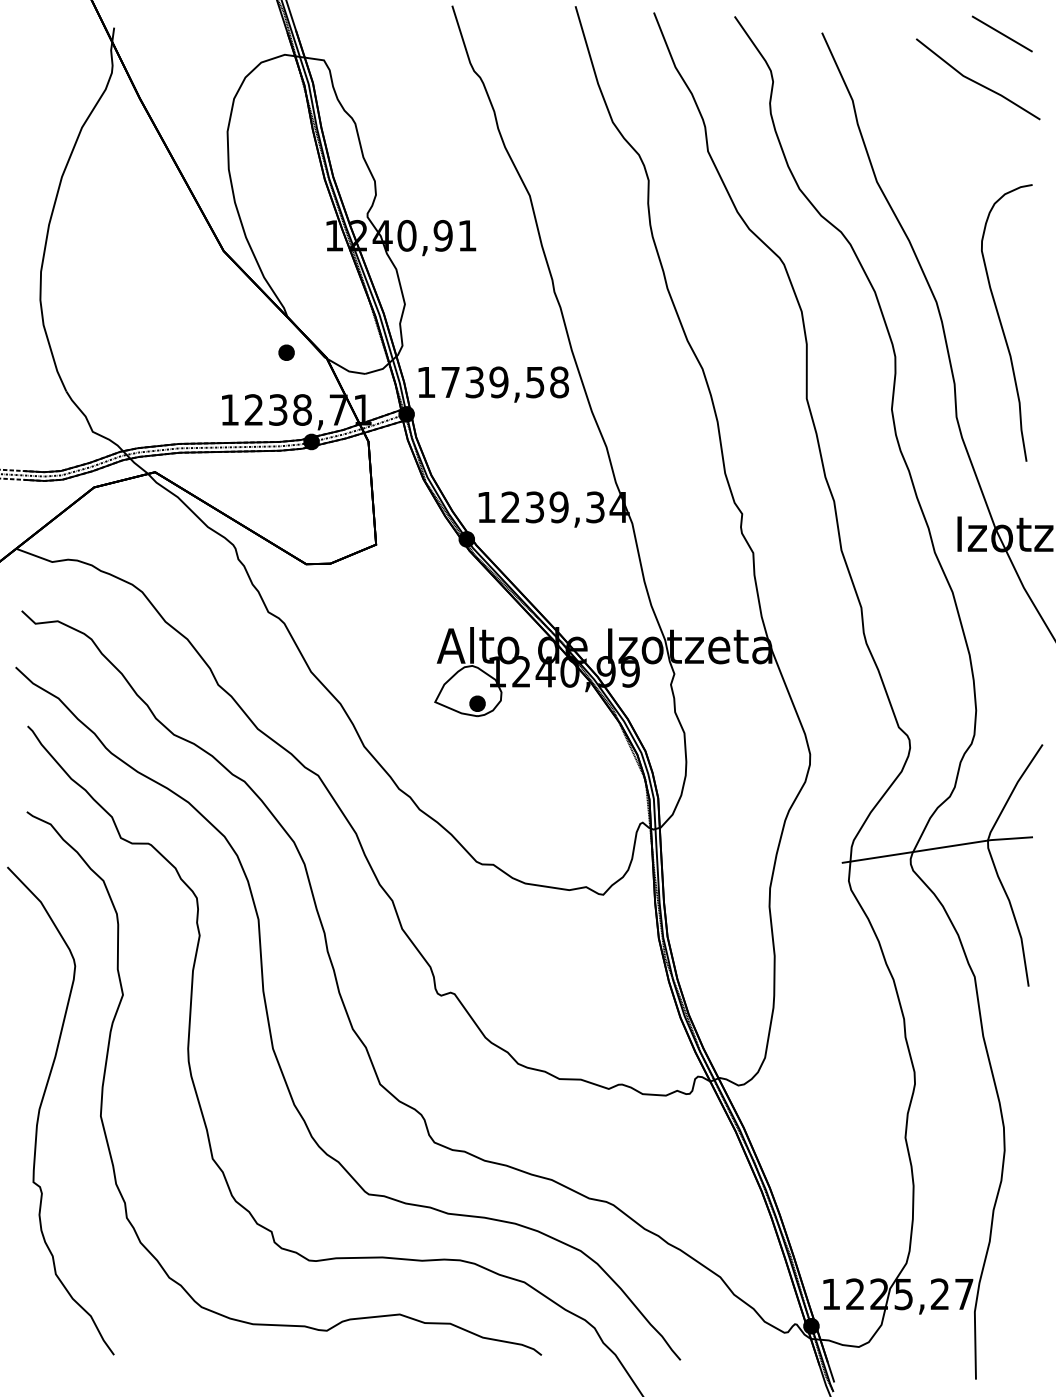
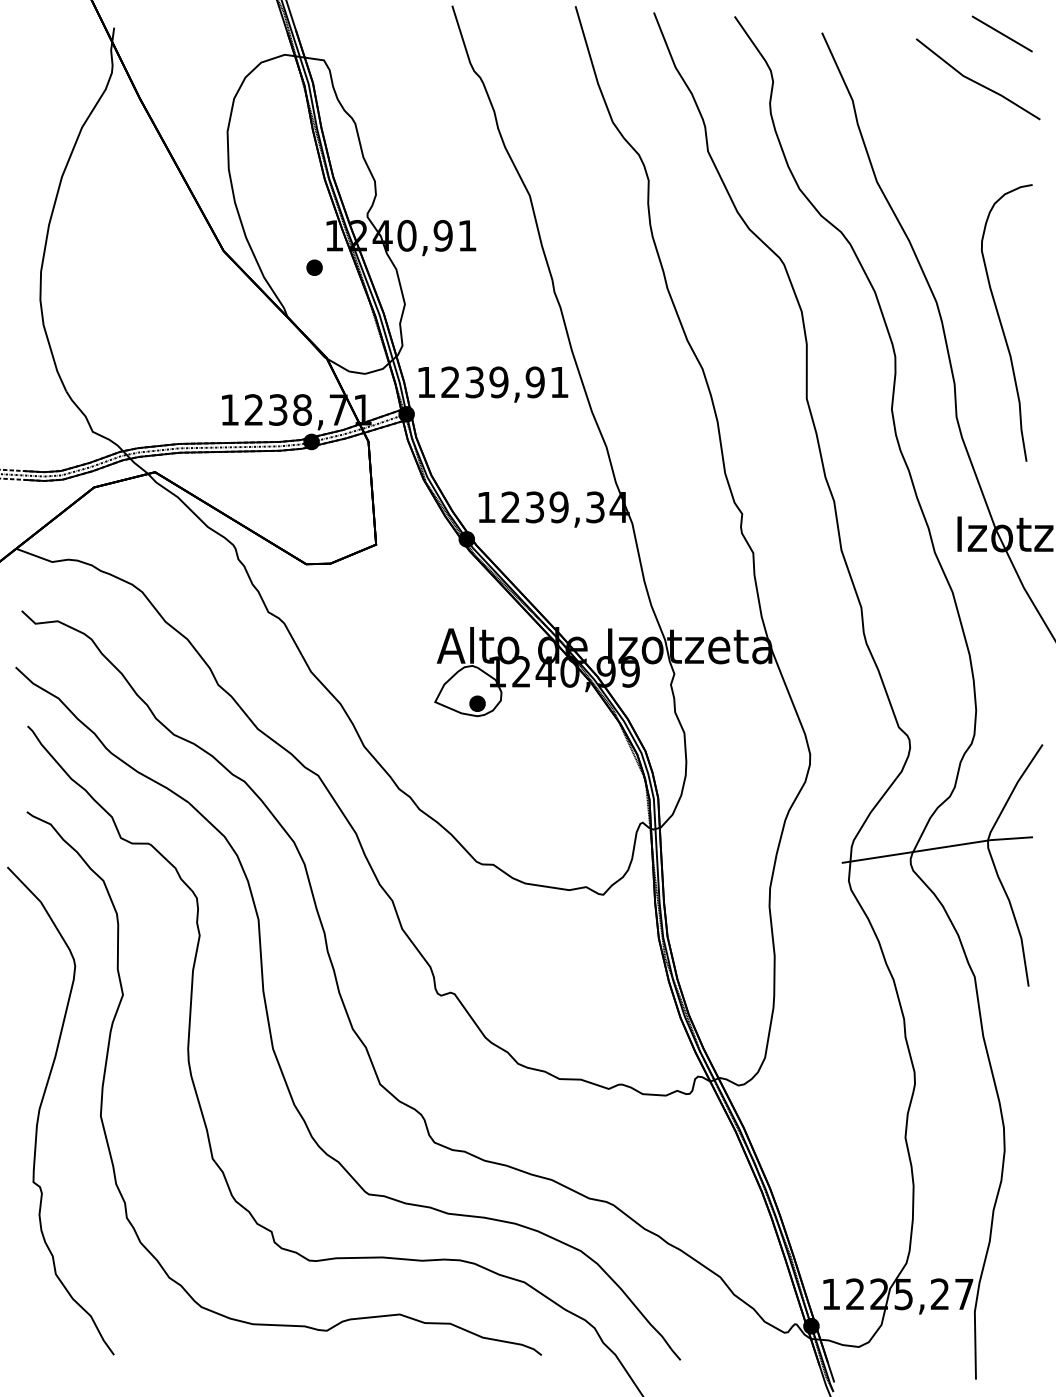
part at (286, 352) position: (286, 352) -> (314, 267)
text at (505, 382): 1739,58 -> 1239,91
